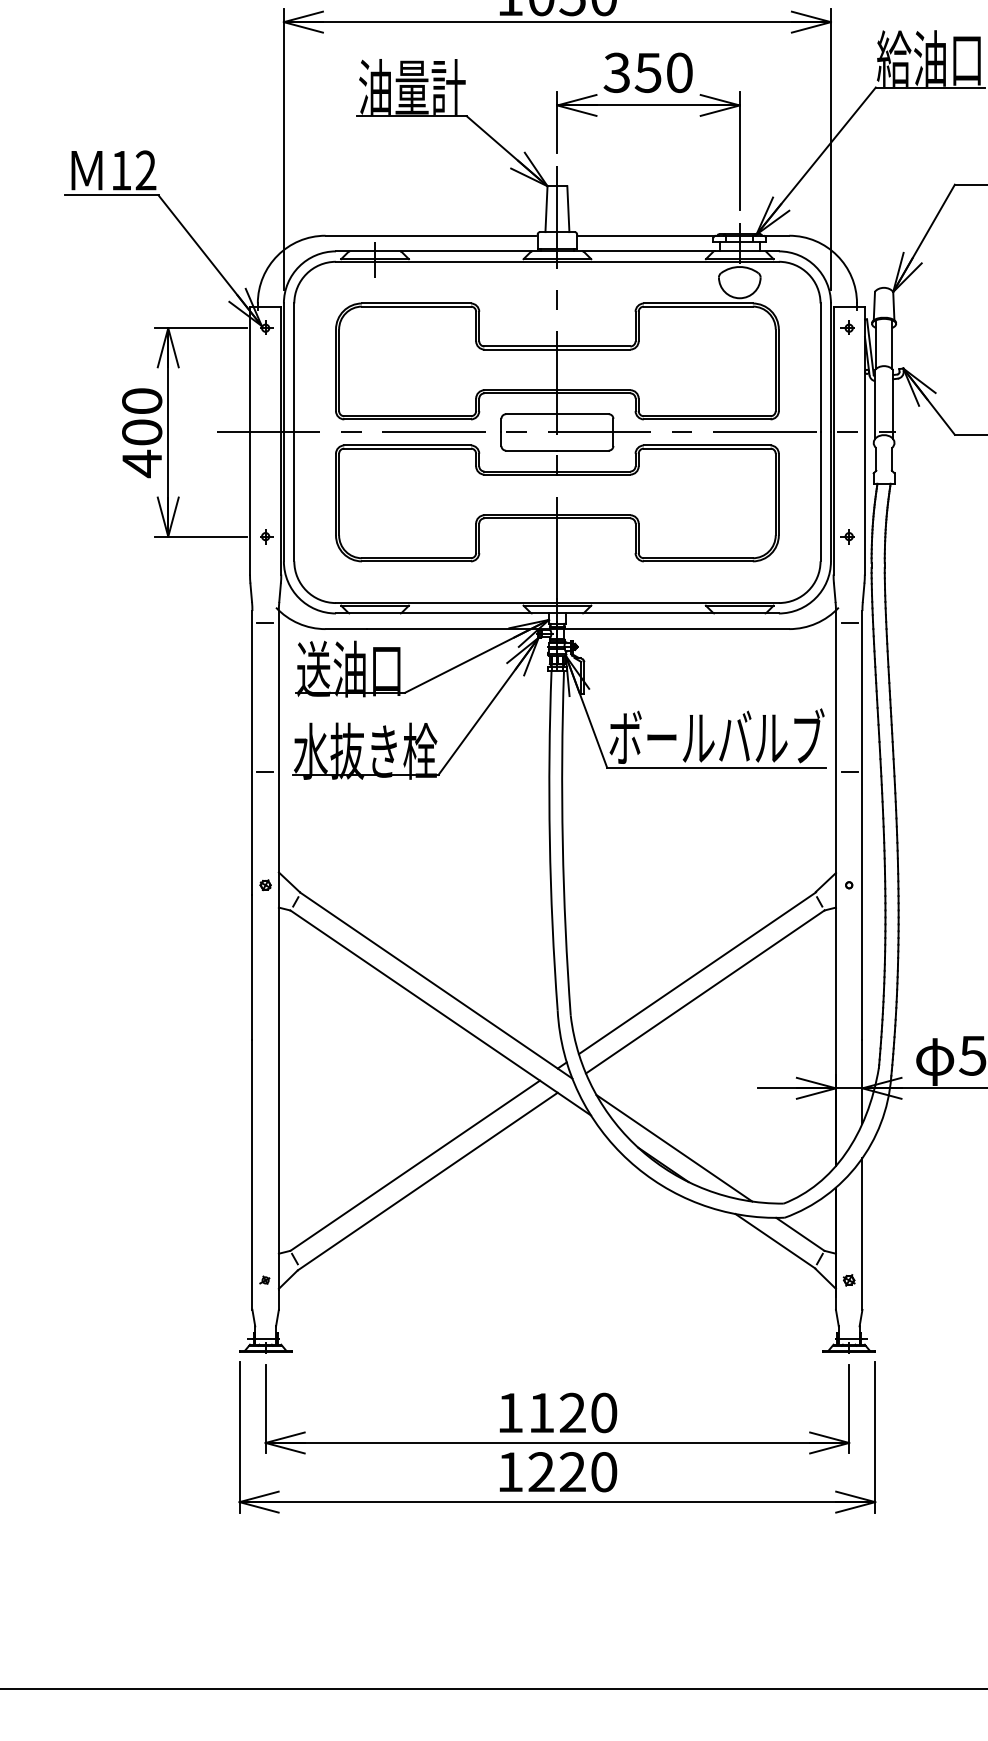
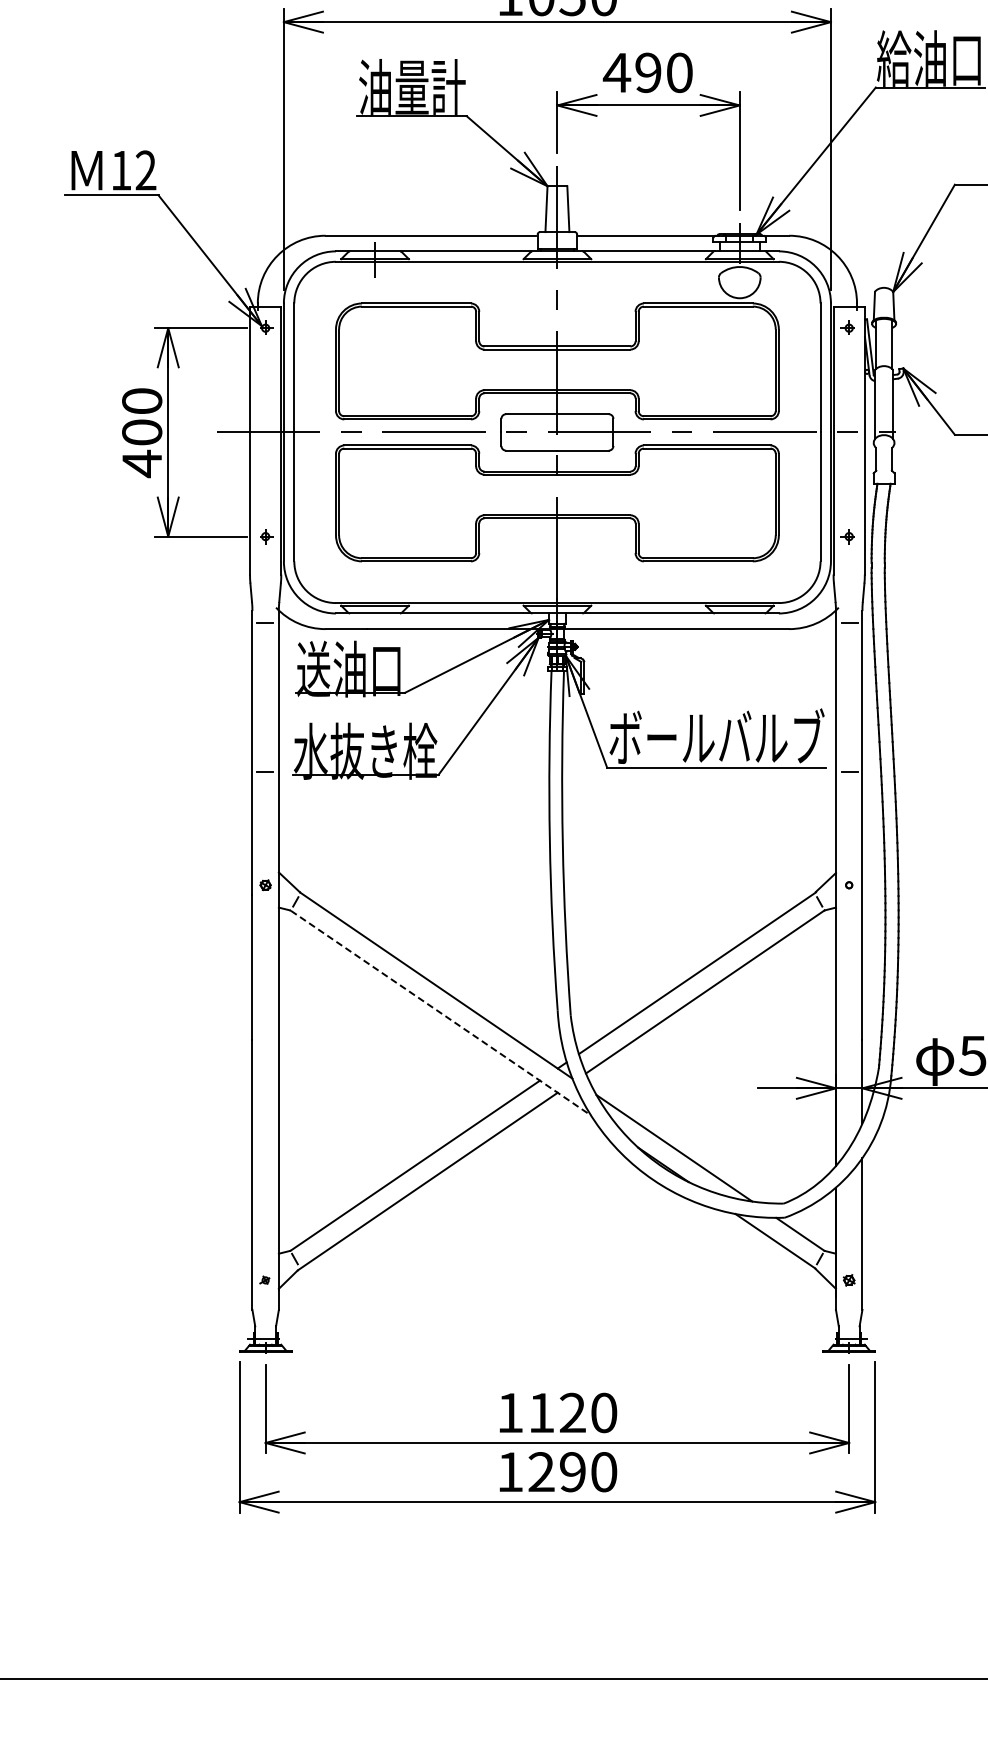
text at (631, 72): 350 -> 490
line at (441, 1013): solid -> dashed
text at (572, 1472): 1220 -> 1290
line at (493, 1688) position: (493, 1688) -> (493, 1678)
